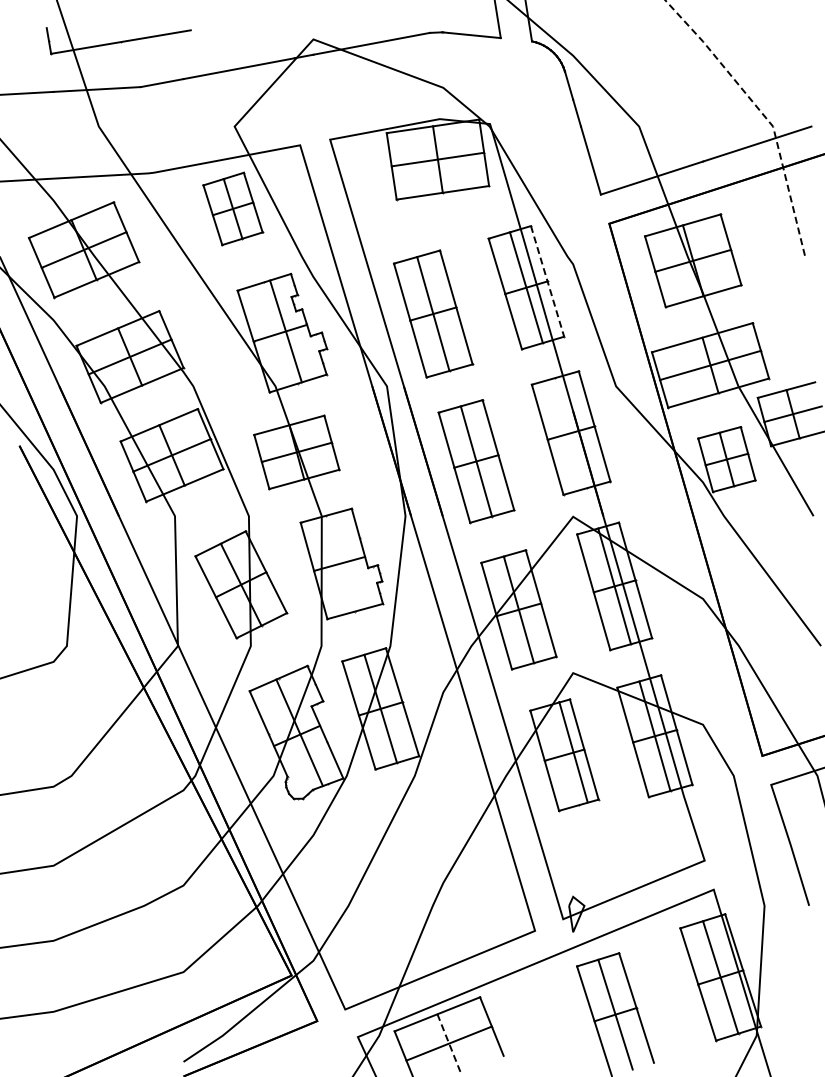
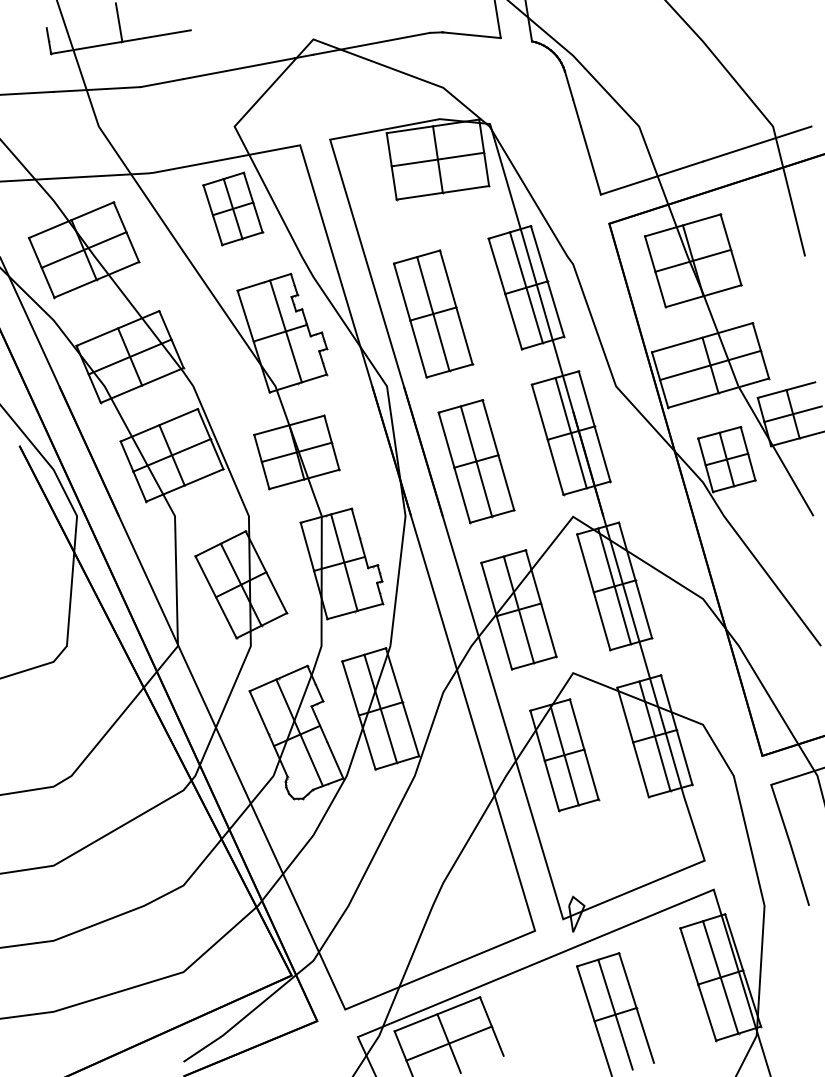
line at (118, 22): none -> present
line at (763, 114): dashed -> solid
line at (547, 281): dashed -> solid
line at (570, 432): none -> present
line at (344, 562): none -> present
line at (573, 752) position: (573, 752) -> (564, 755)
line at (449, 1043): dashed -> solid
